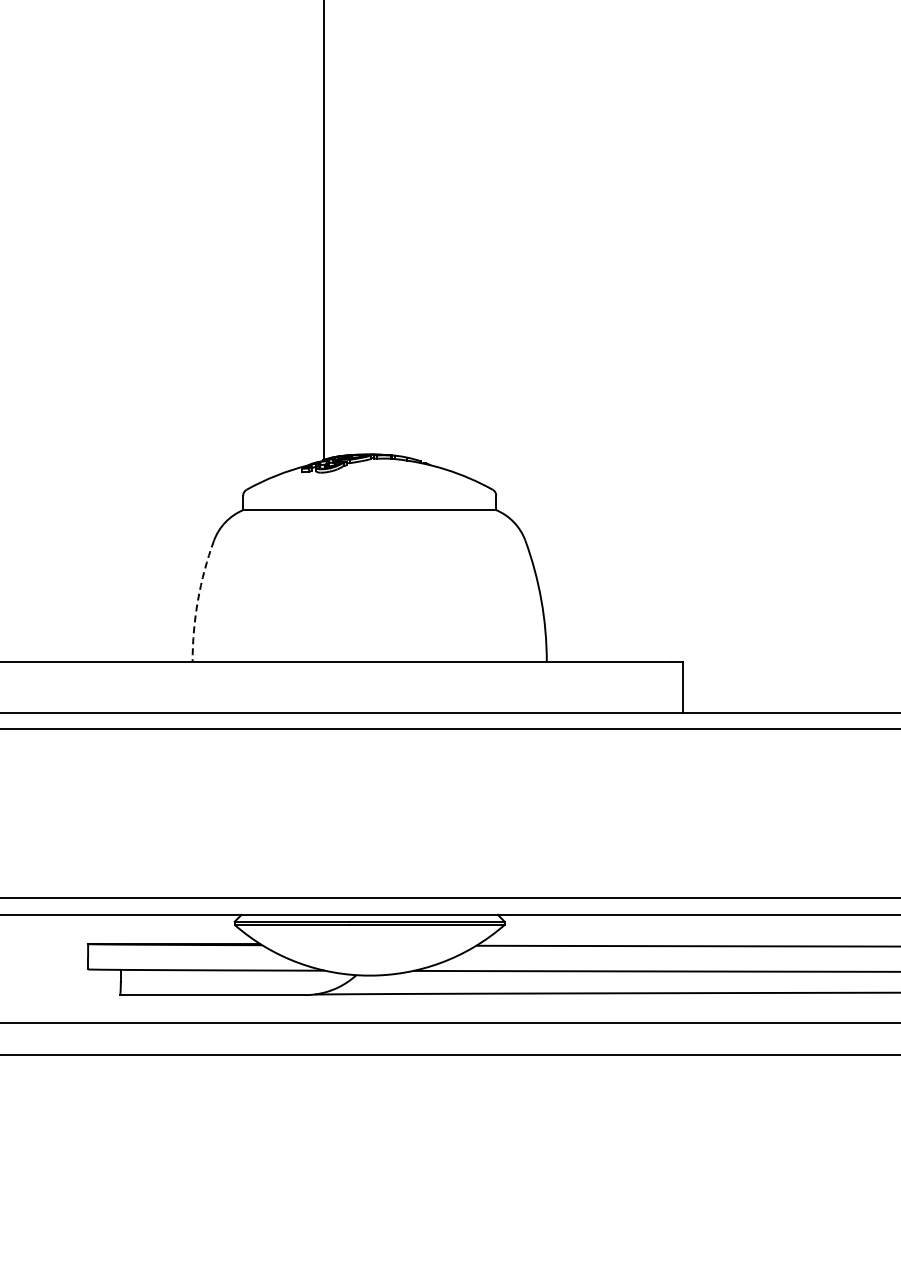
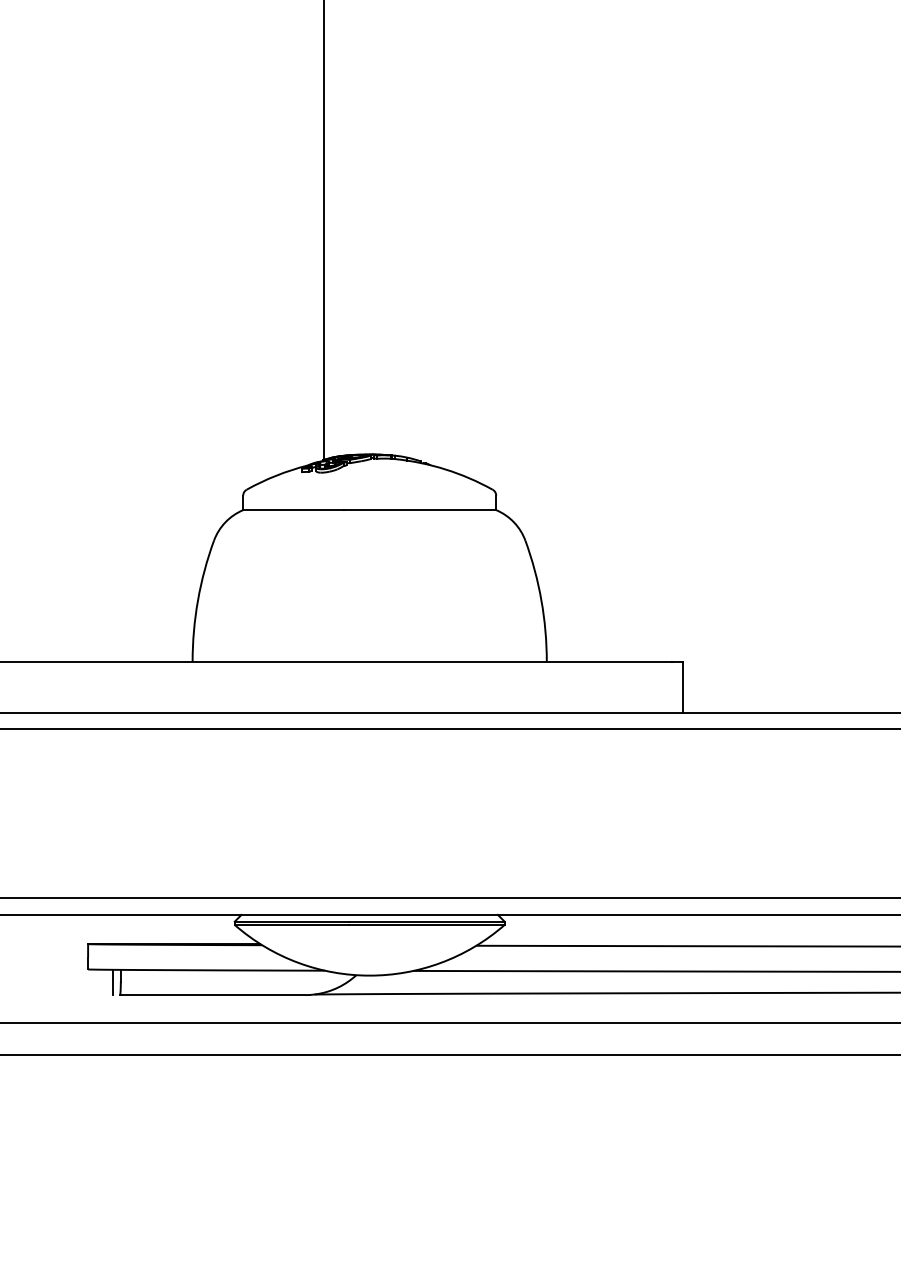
arc at (198, 600): dashed -> solid
line at (112, 981): none -> present
